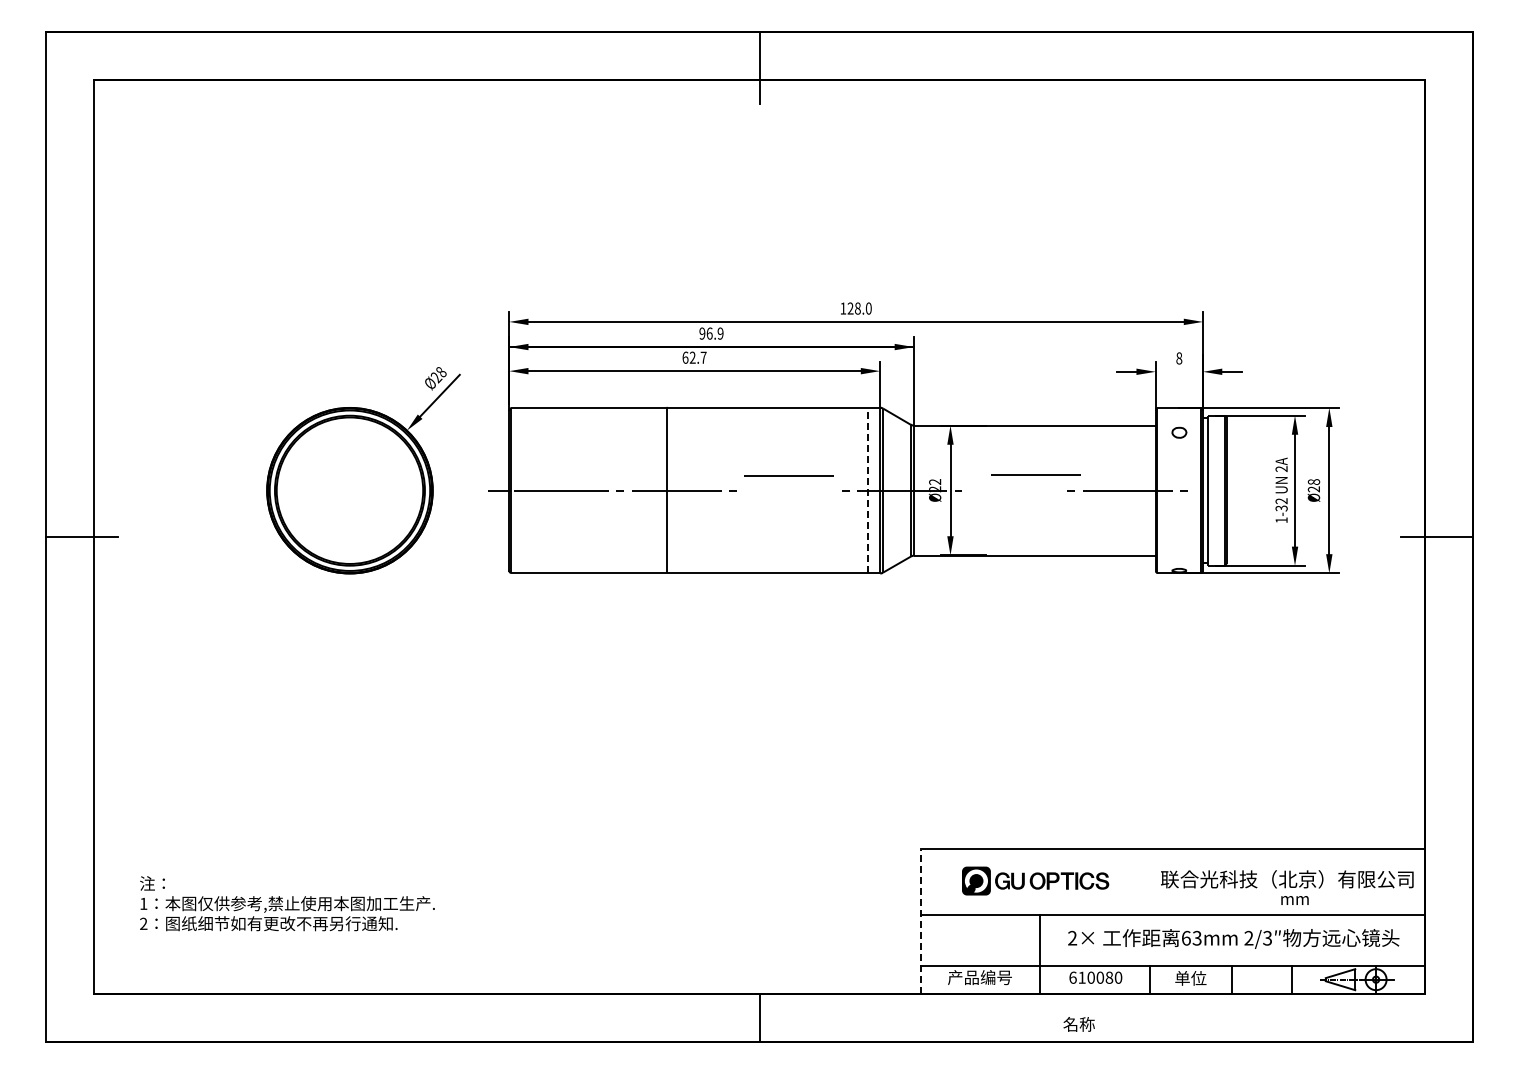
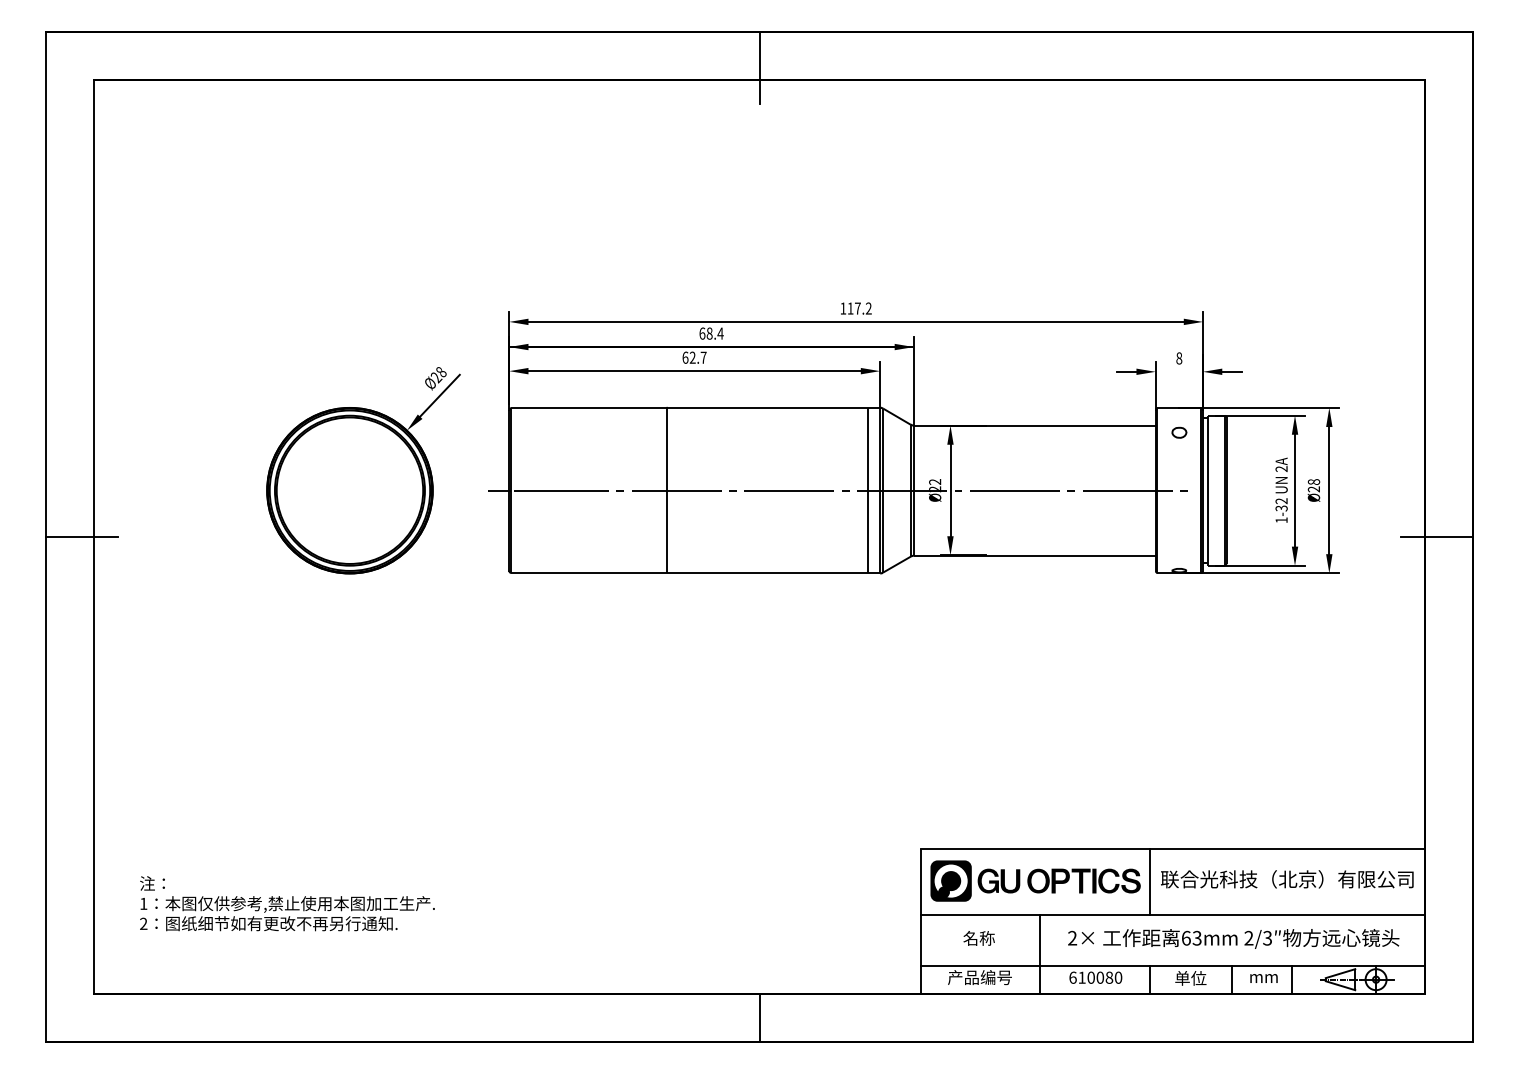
text at (859, 308): 128.0 -> 117.2
text at (711, 333): 96.9 -> 68.4
line at (1035, 474) position: (1035, 474) -> (1014, 490)
line at (788, 475) position: (788, 475) -> (788, 490)
line at (868, 490): dashed -> solid
part at (1035, 880) size: 148x30 px -> 211x42 px
line at (1149, 881): none -> present
text at (1294, 900) position: (1294, 900) -> (1263, 978)
line at (920, 921): dashed -> solid
text at (1078, 1024) position: (1078, 1024) -> (978, 938)
